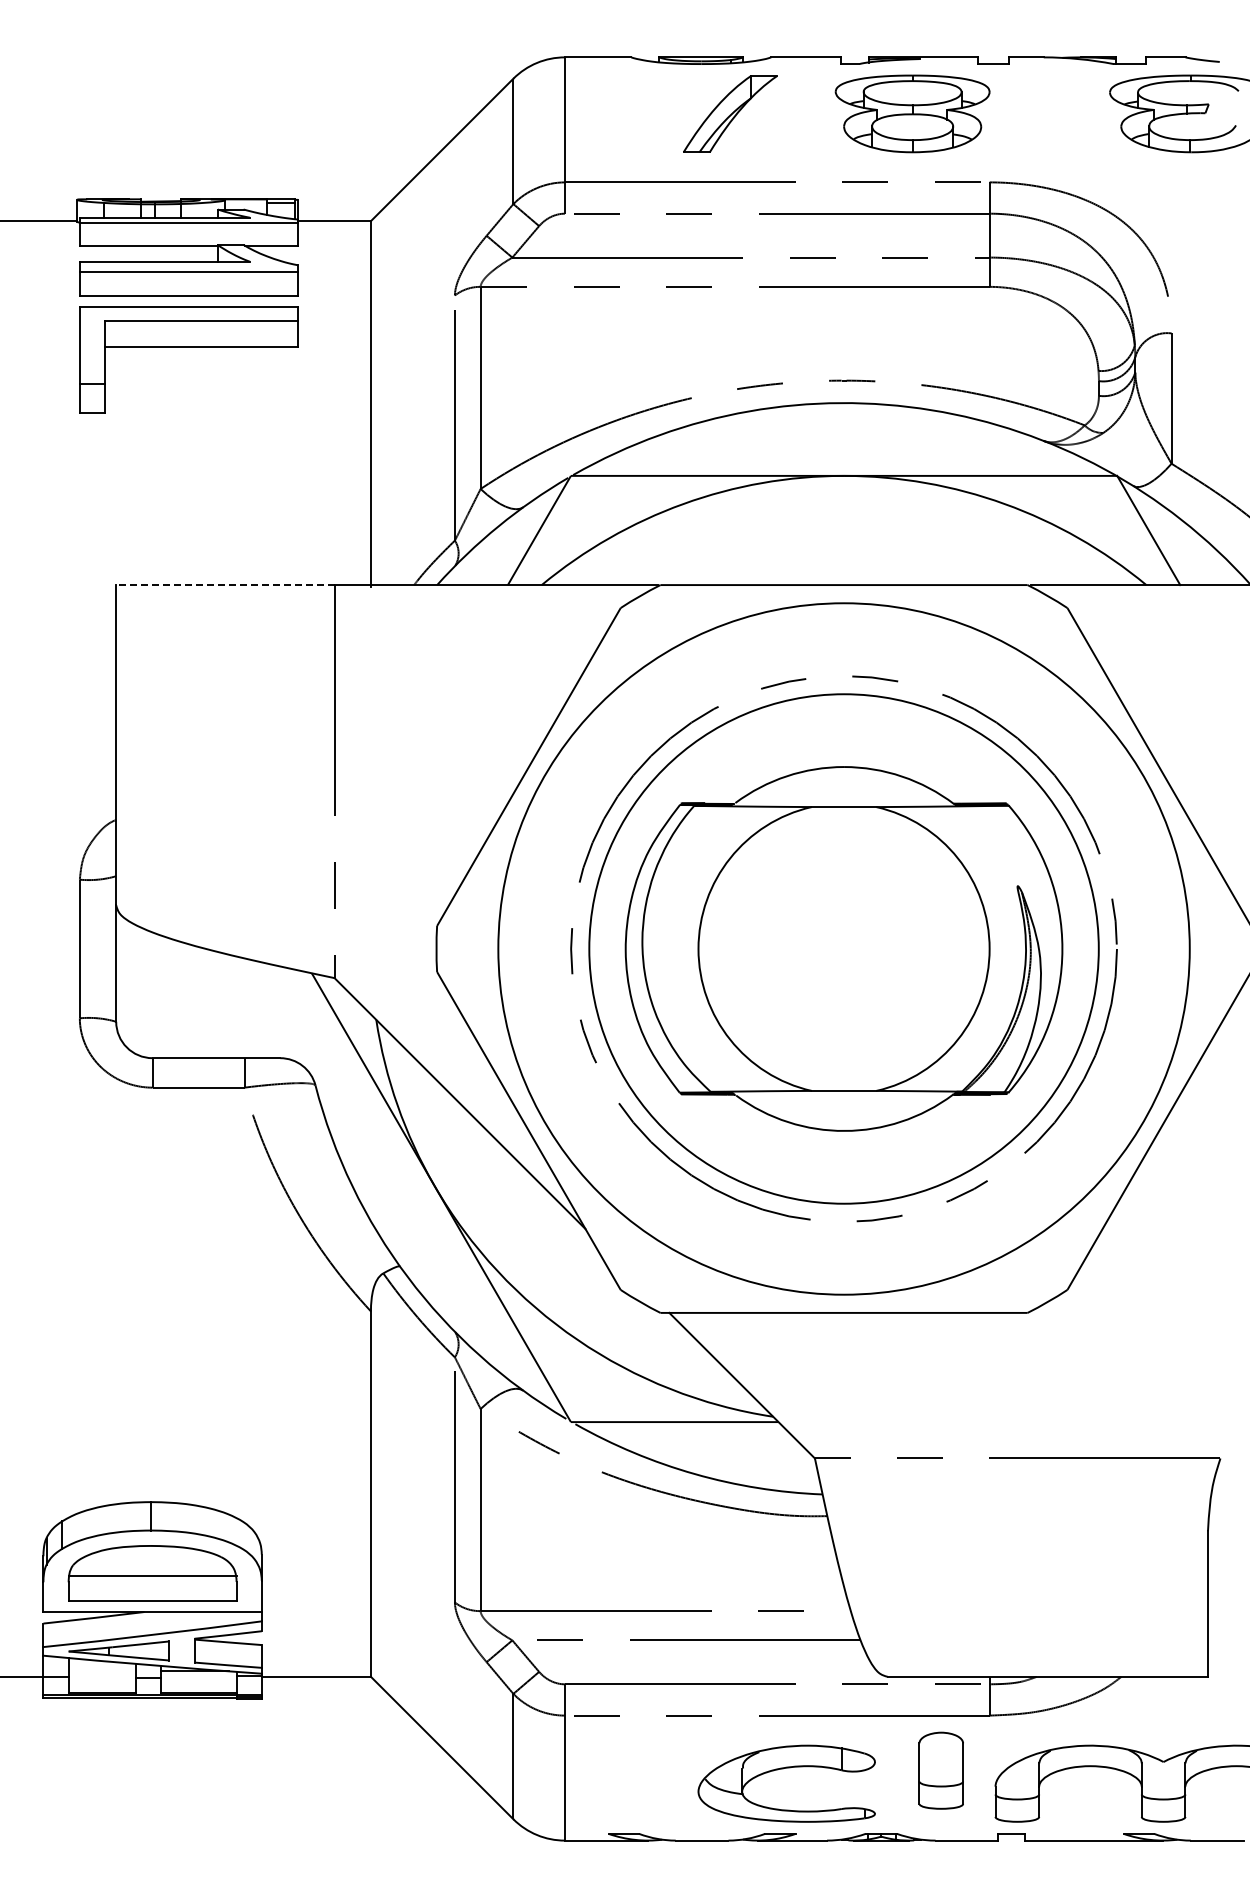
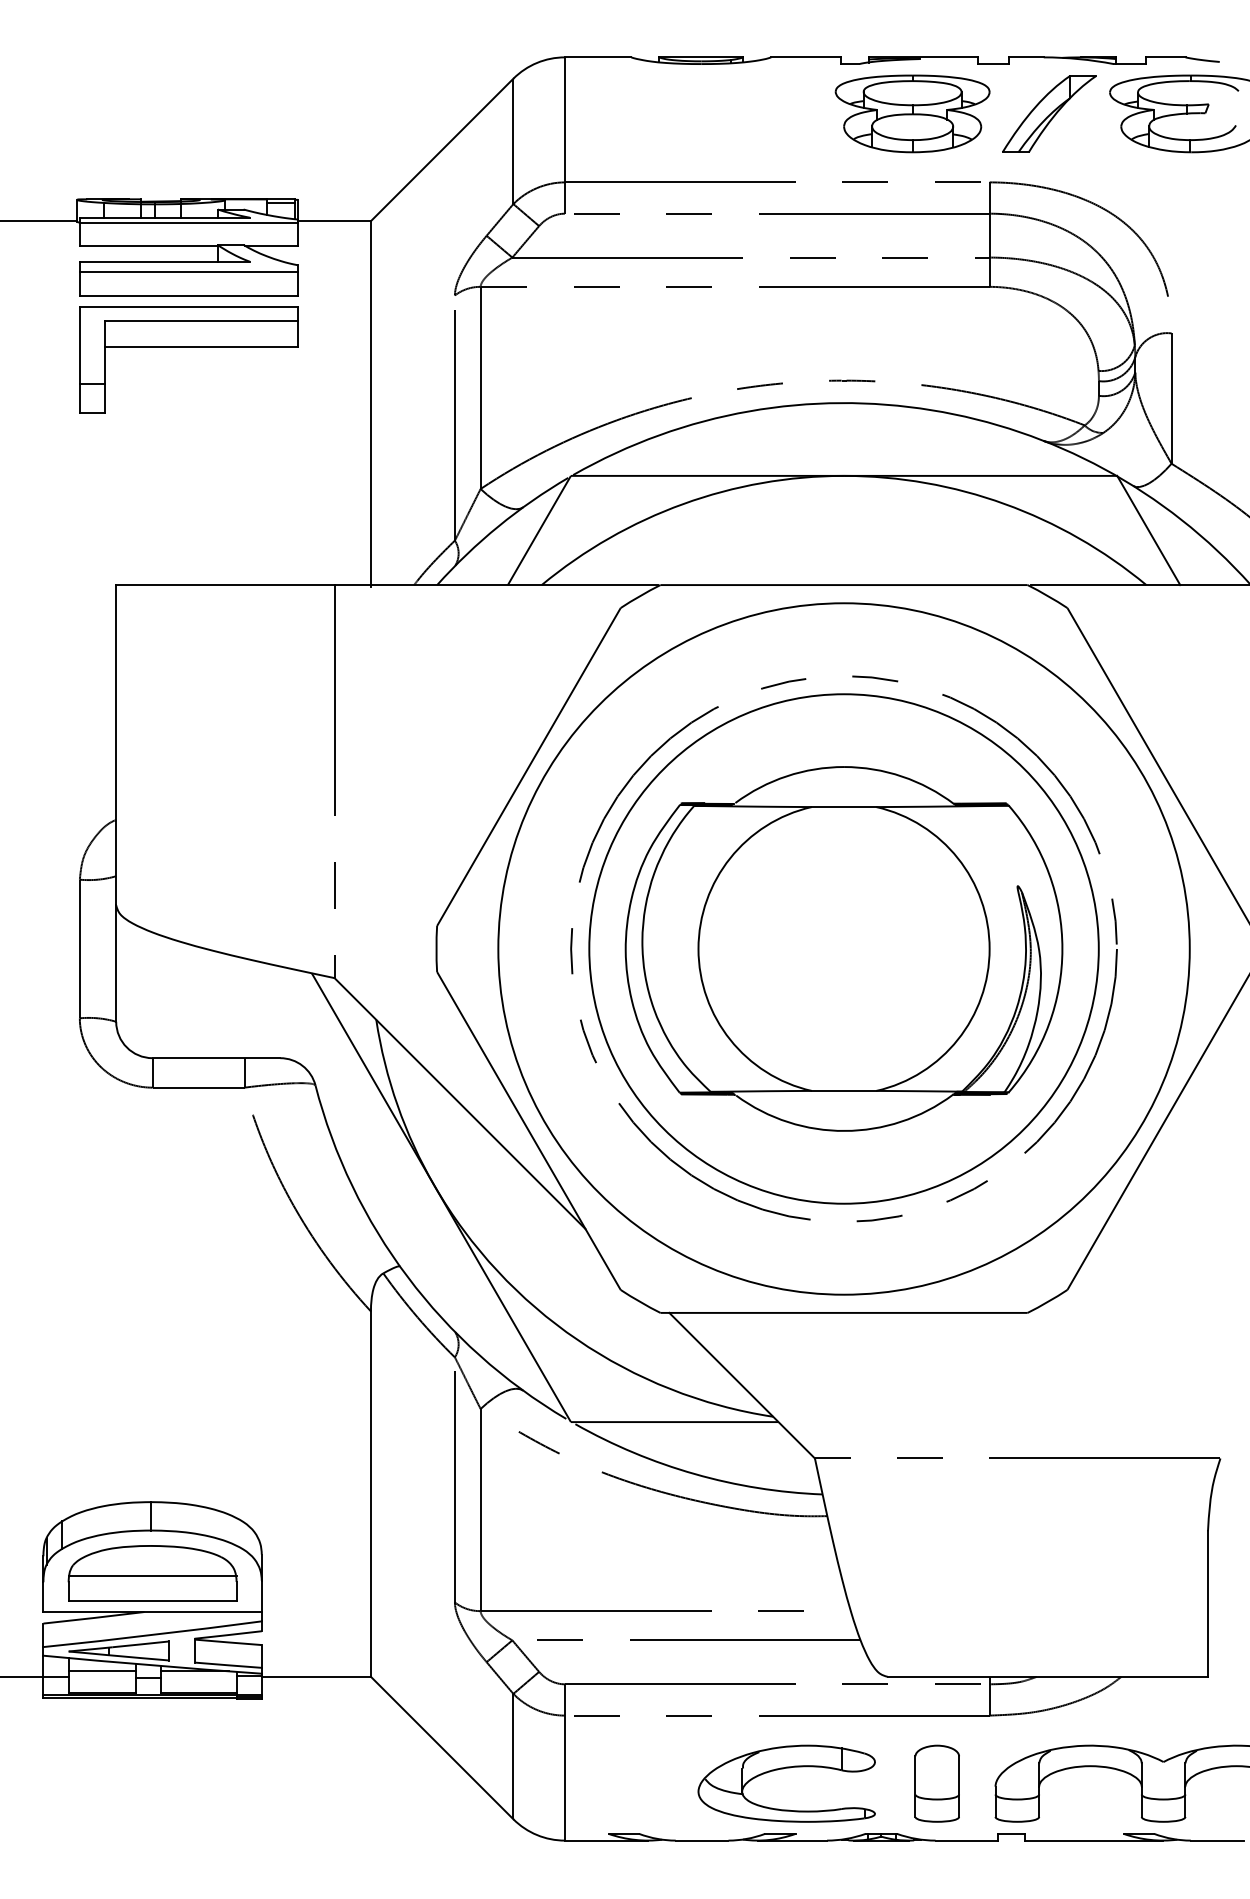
part at (730, 113) position: (730, 113) -> (1049, 113)
line at (224, 585): dashed -> solid
line at (101, 1671): none -> present
part at (940, 1770) position: (940, 1770) -> (936, 1783)
